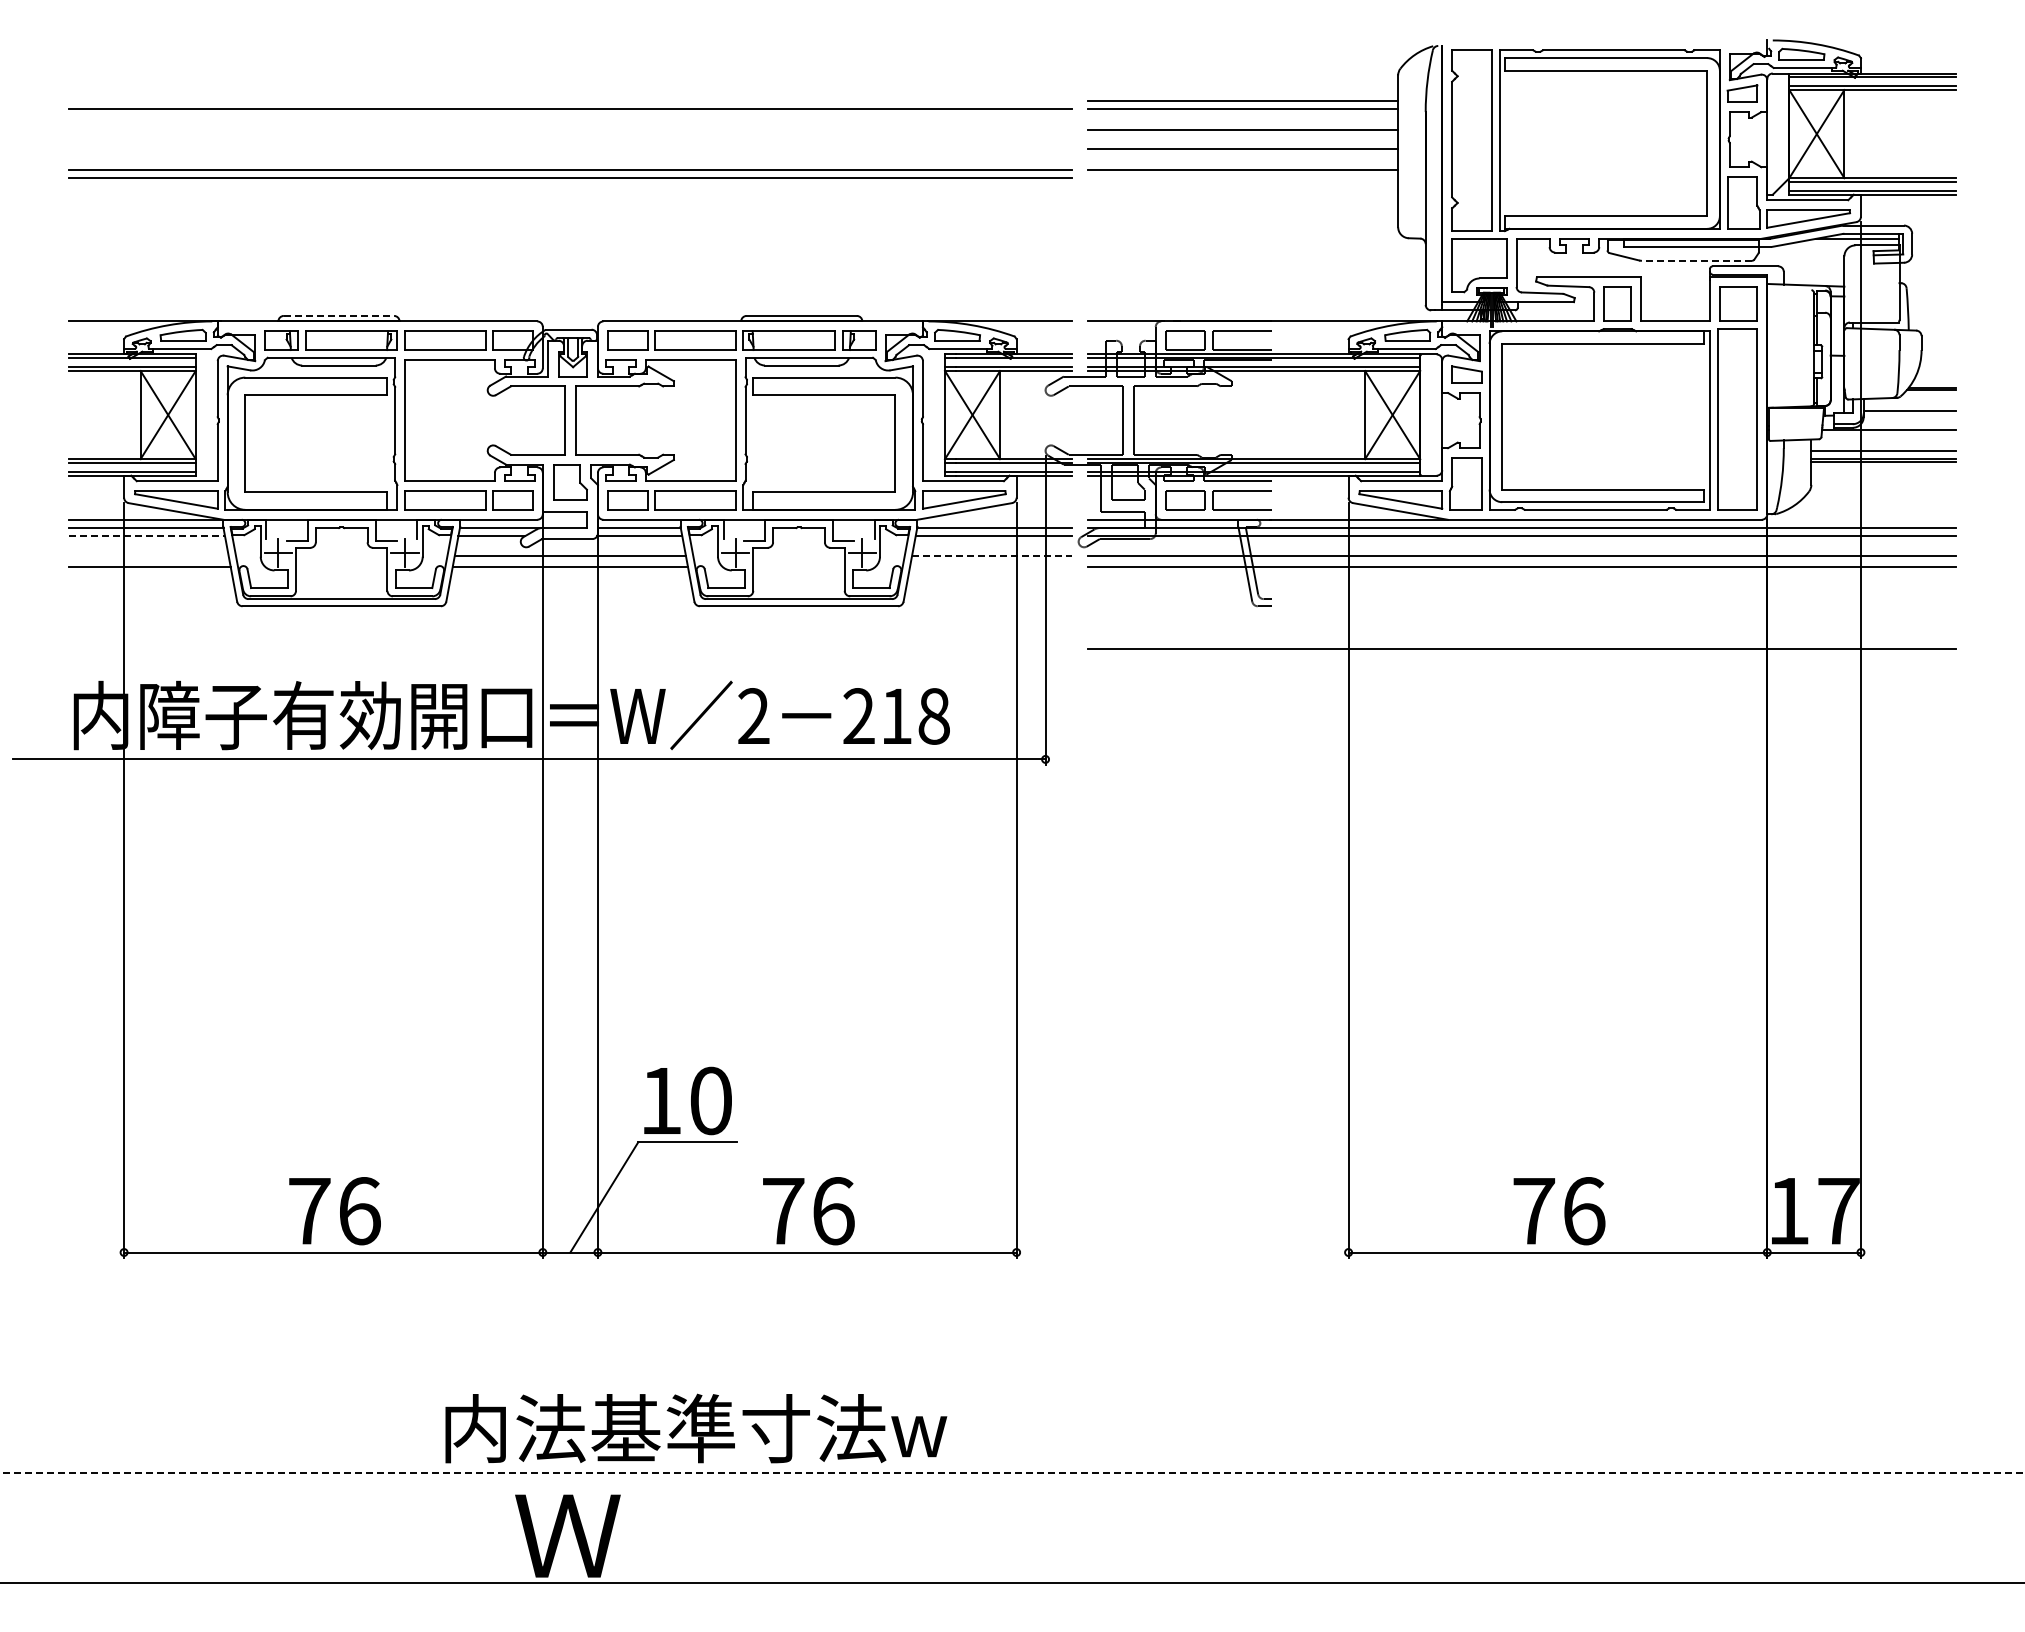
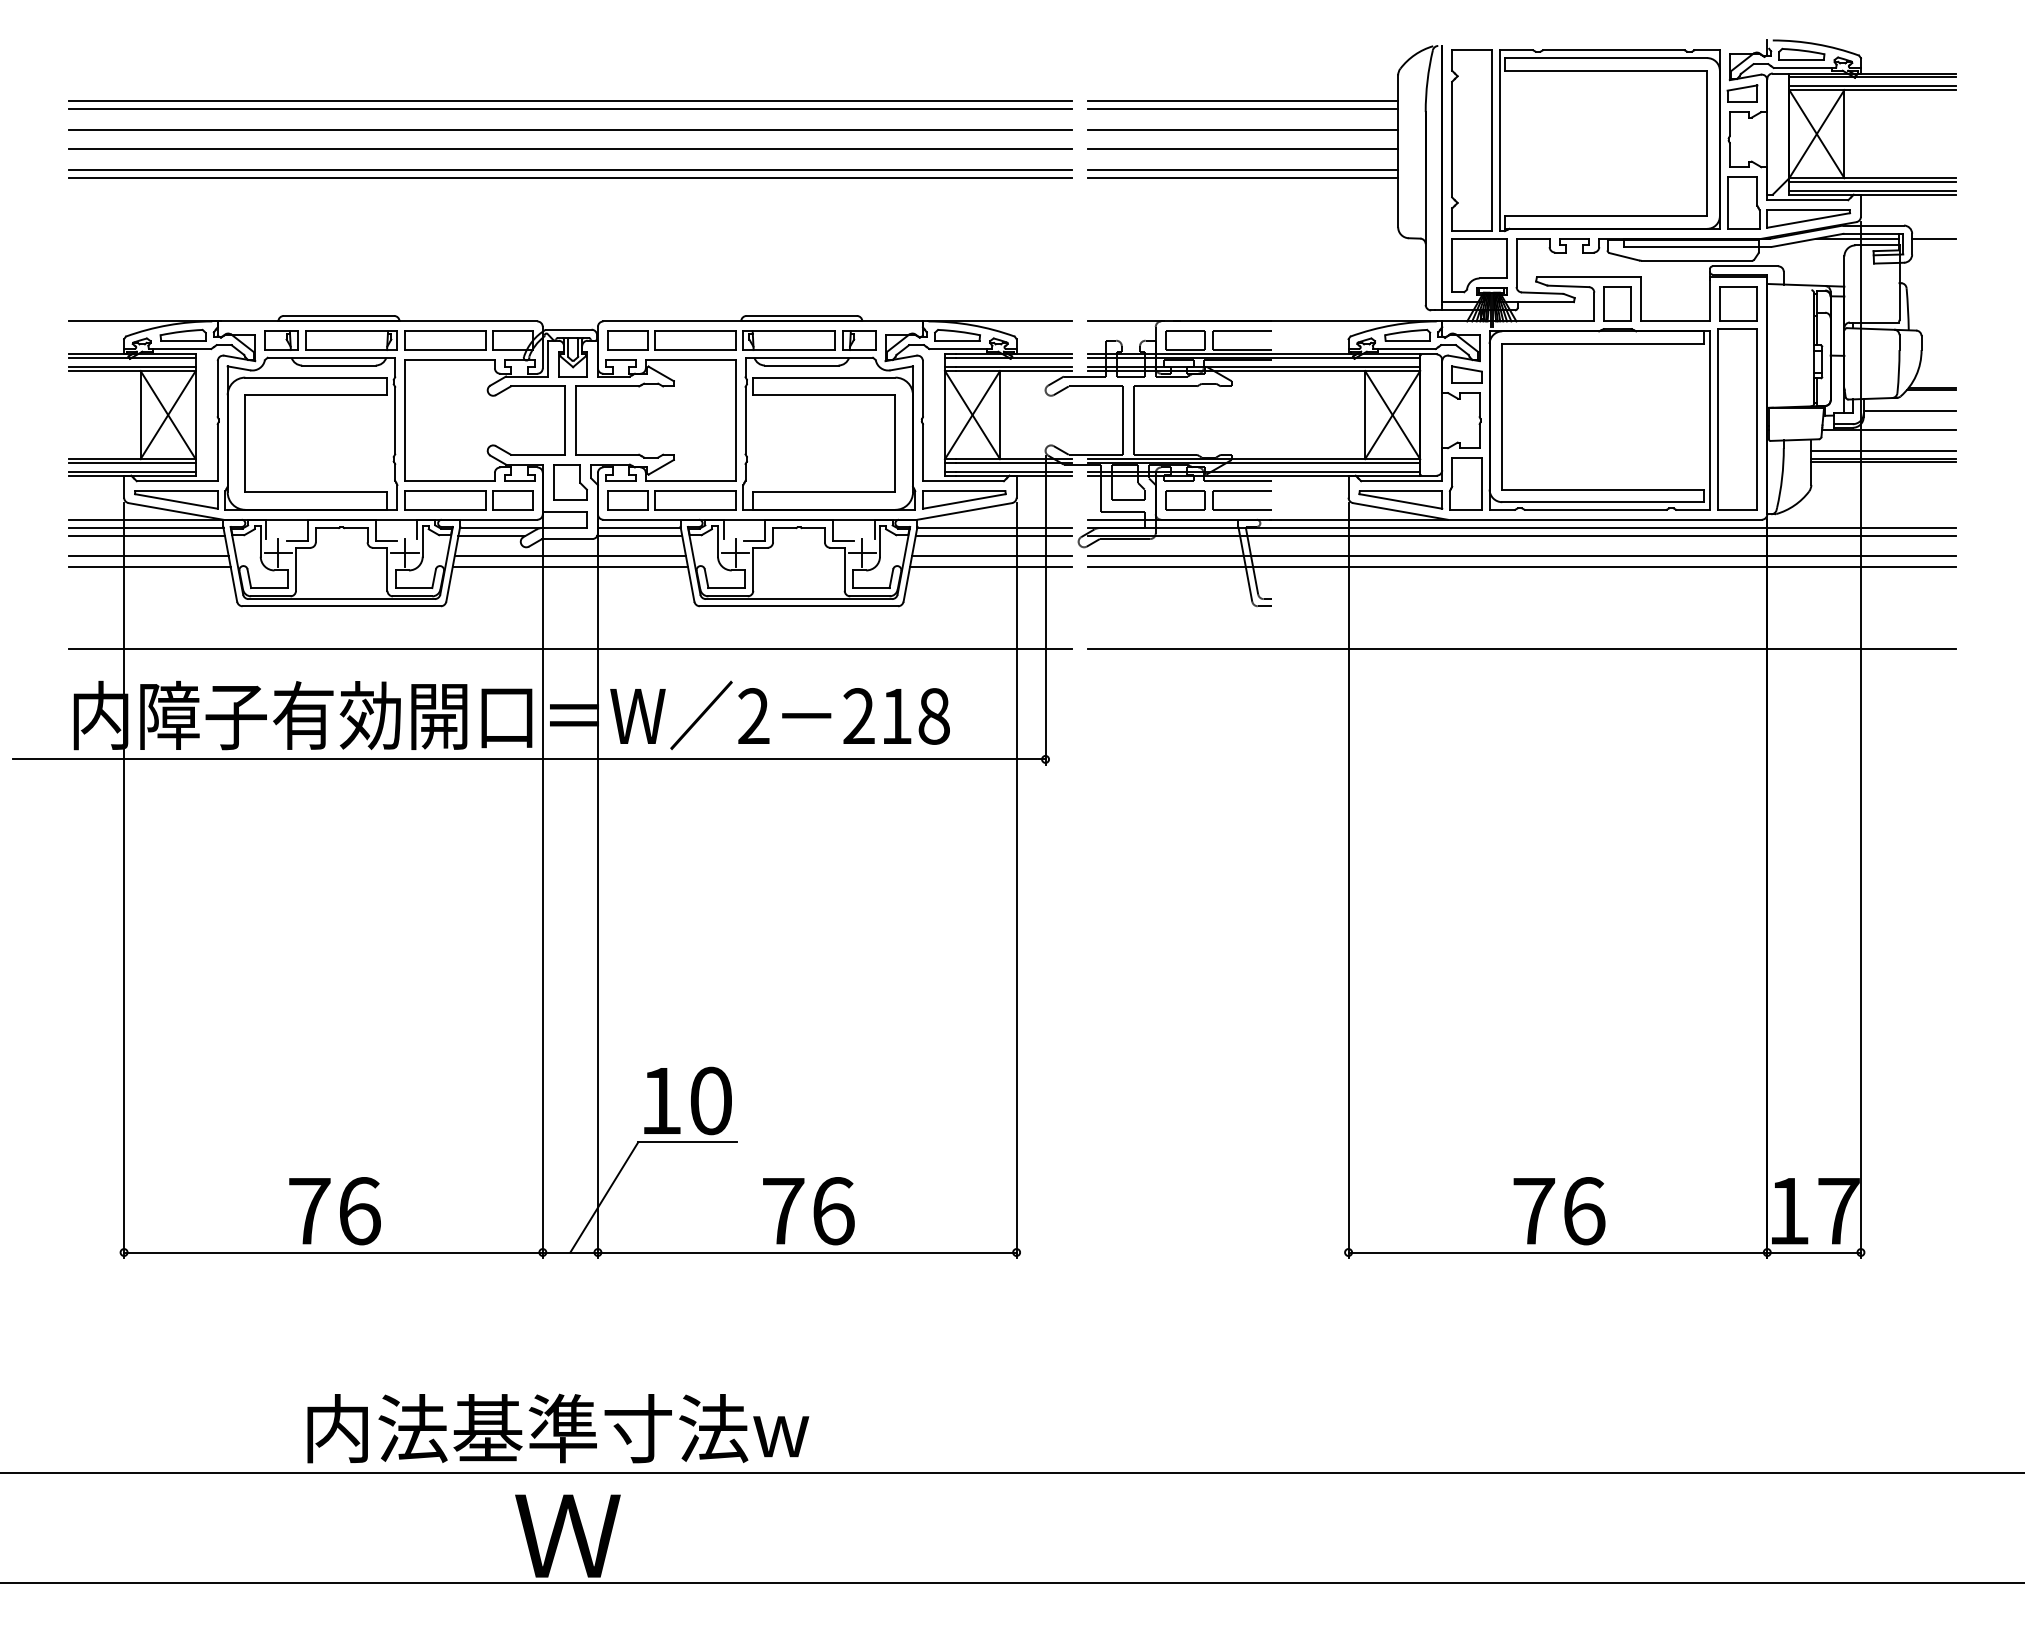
line at (570, 101): none -> present
line at (570, 130): none -> present
line at (570, 148): none -> present
line at (1243, 178): none -> present
line at (1933, 238): none -> present
line at (1696, 260): dashed -> solid
line at (339, 315): dashed -> solid
line at (147, 536): dashed -> solid
line at (148, 555): none -> present
line at (991, 555): dashed -> solid
line at (990, 566): none -> present
line at (570, 649): none -> present
text at (696, 1428) position: (696, 1428) -> (558, 1428)
line at (1012, 1472): dashed -> solid
